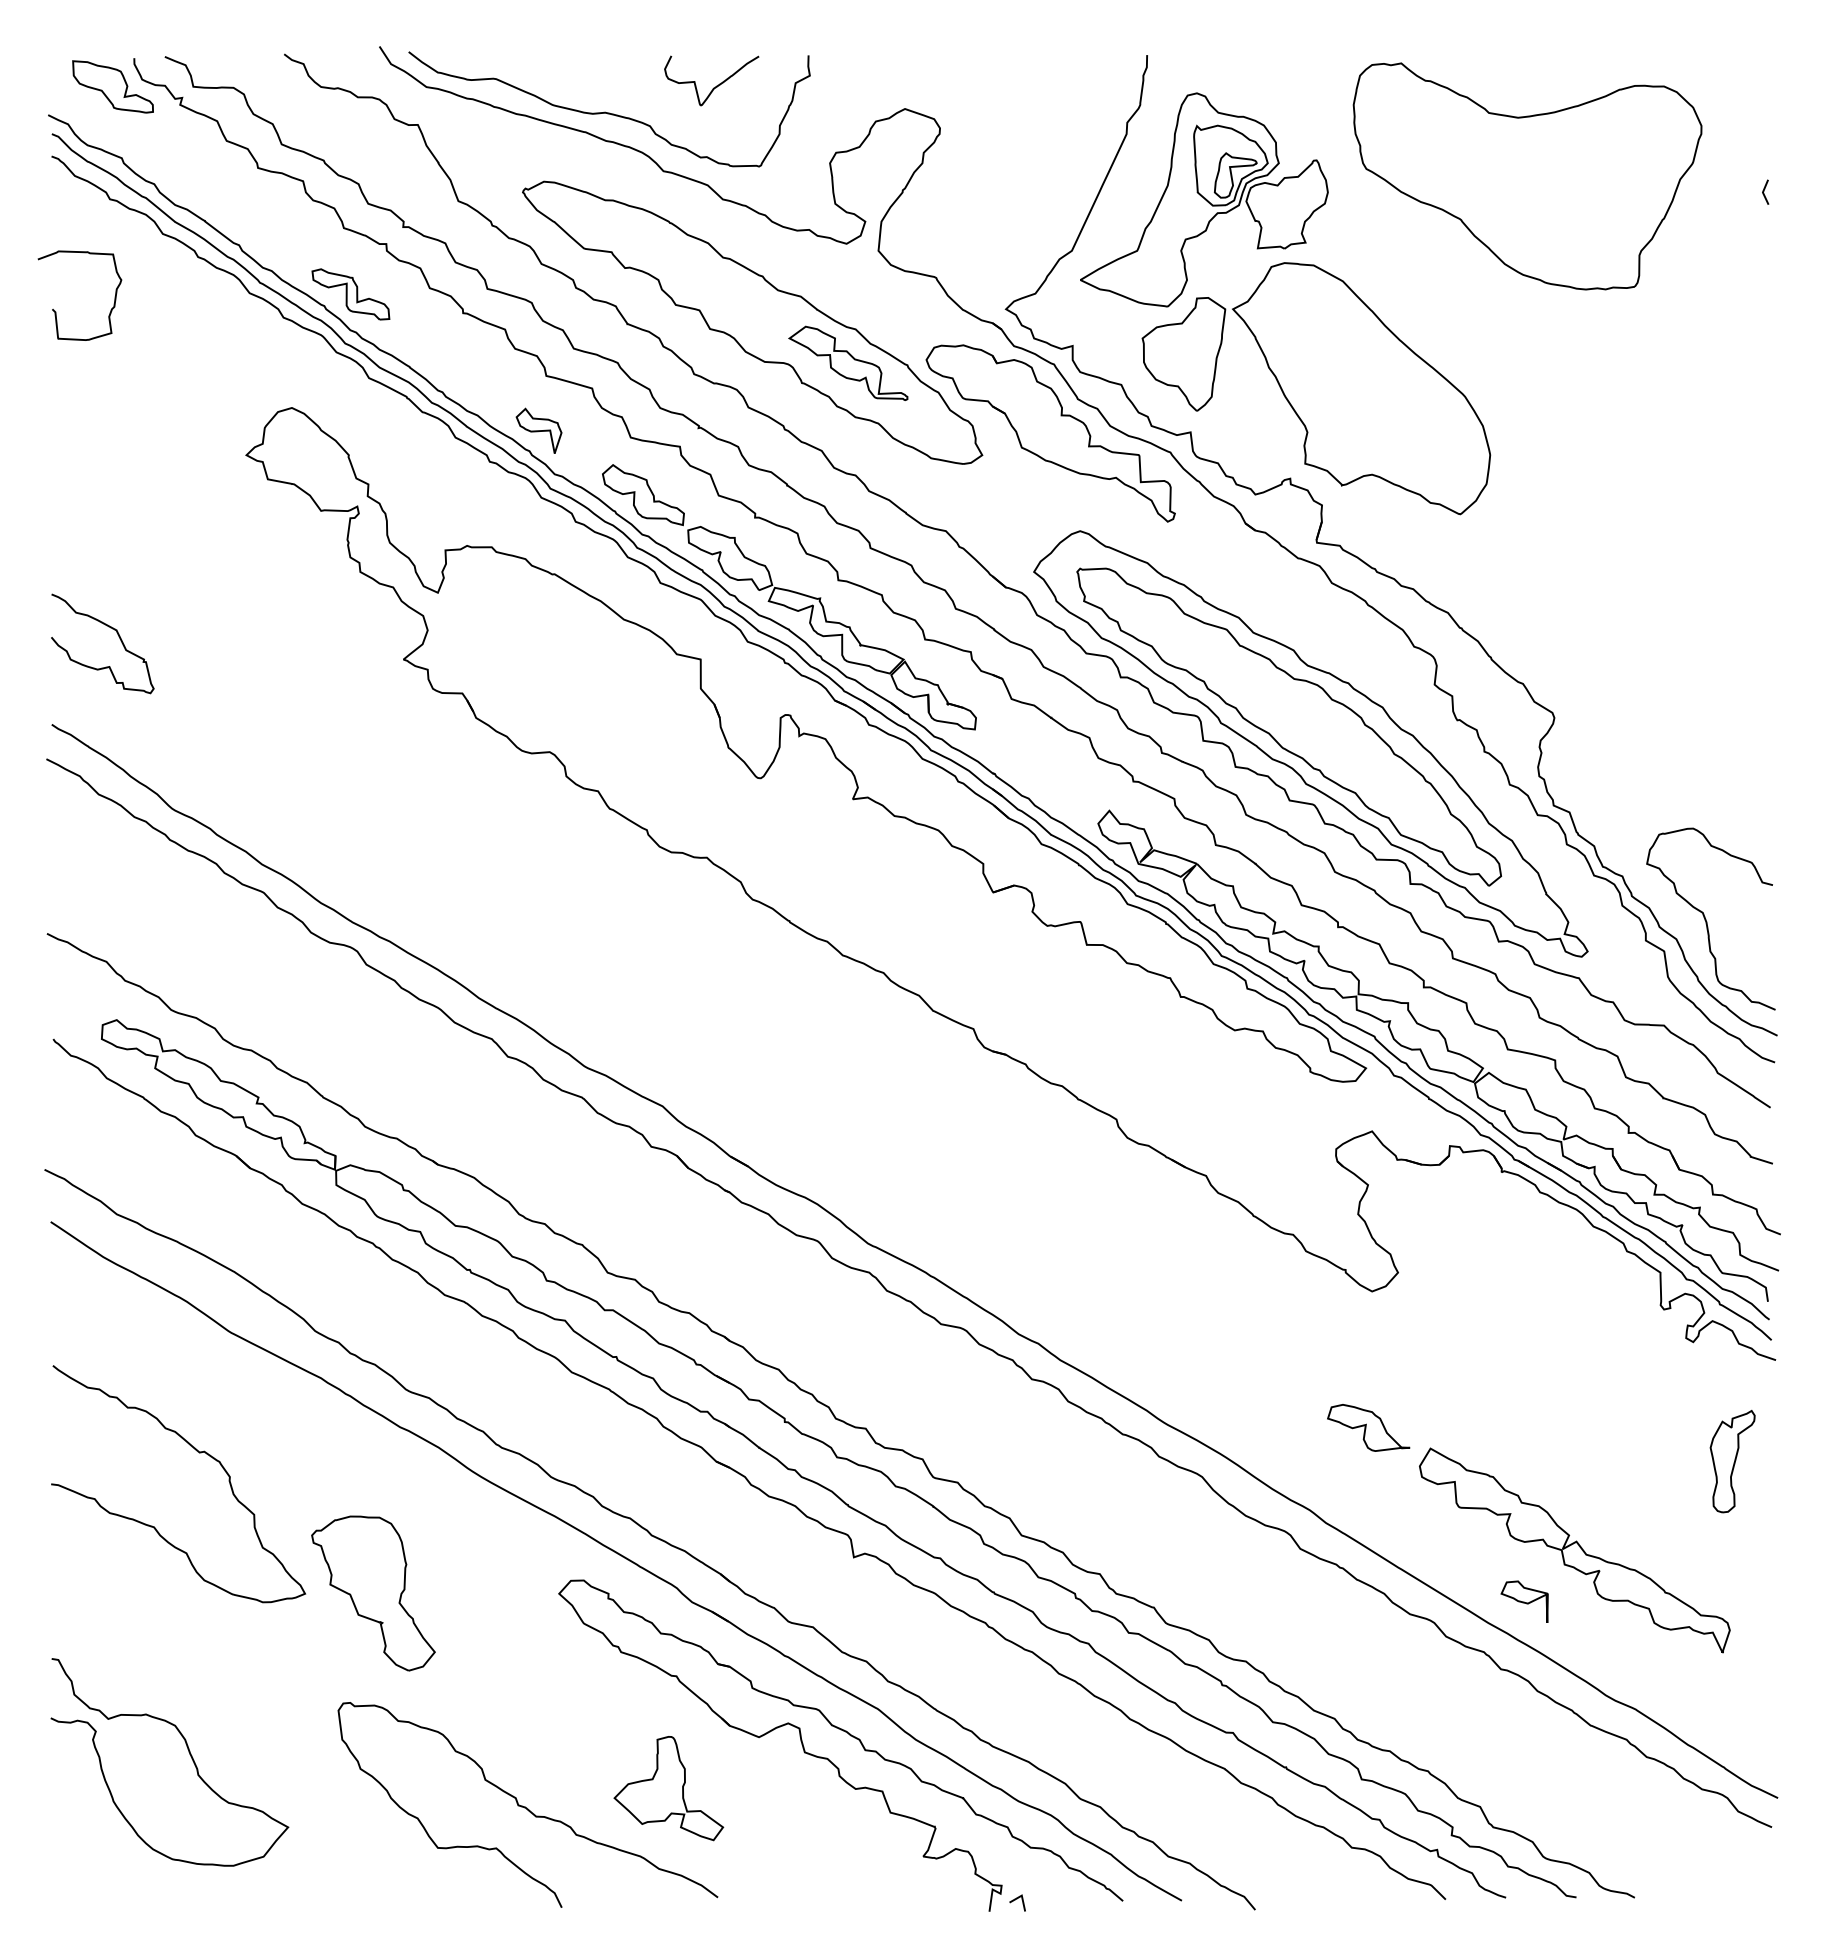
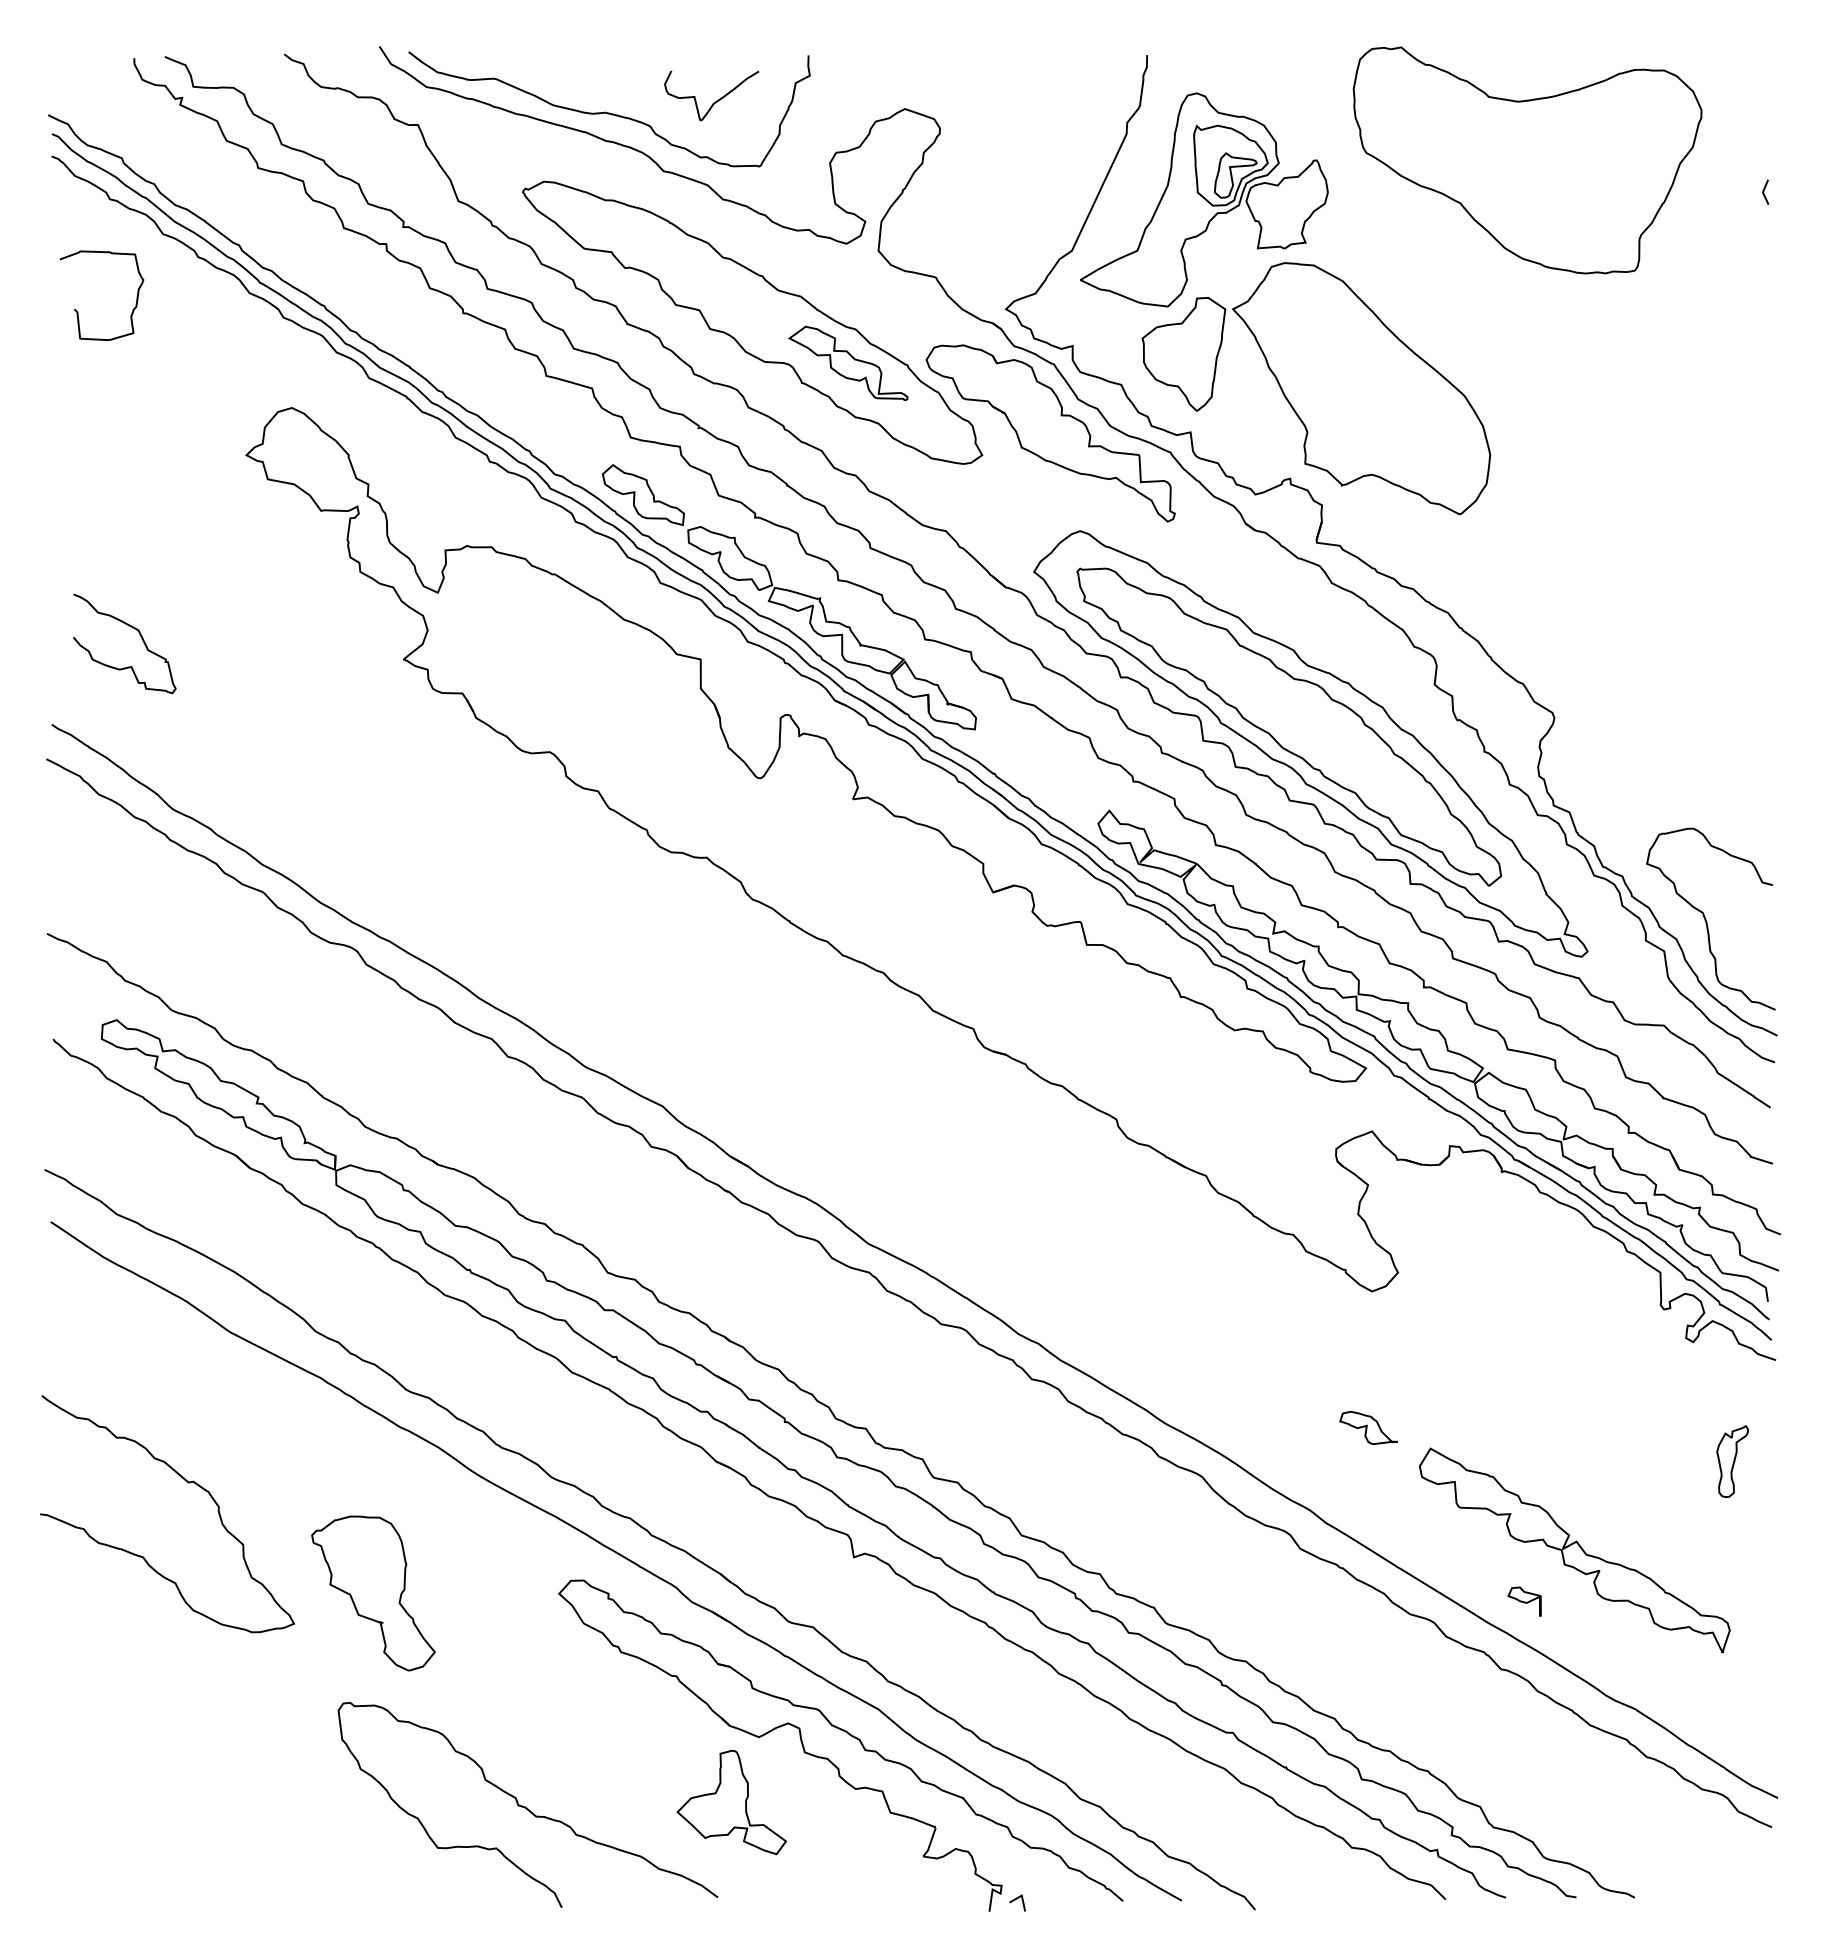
curve at (716, 85) position: (716, 85) -> (716, 100)
part at (112, 86): present -> none
part at (1527, 176) position: (1527, 176) -> (1527, 160)
part at (350, 294): present -> none
curve at (55, 310) position: (55, 310) -> (77, 310)
part at (538, 430): present -> none
curve at (110, 628) position: (110, 628) -> (132, 628)
part at (1368, 1427) size: 84x48 px -> 59x35 px
curve at (199, 1453) position: (199, 1453) -> (188, 1483)
part at (1732, 1461) size: 47x105 px -> 33x73 px
part at (1524, 1601) size: 49x43 px -> 35x31 px
curve at (188, 1752): present -> none
part at (668, 1788) position: (668, 1788) -> (731, 1802)
